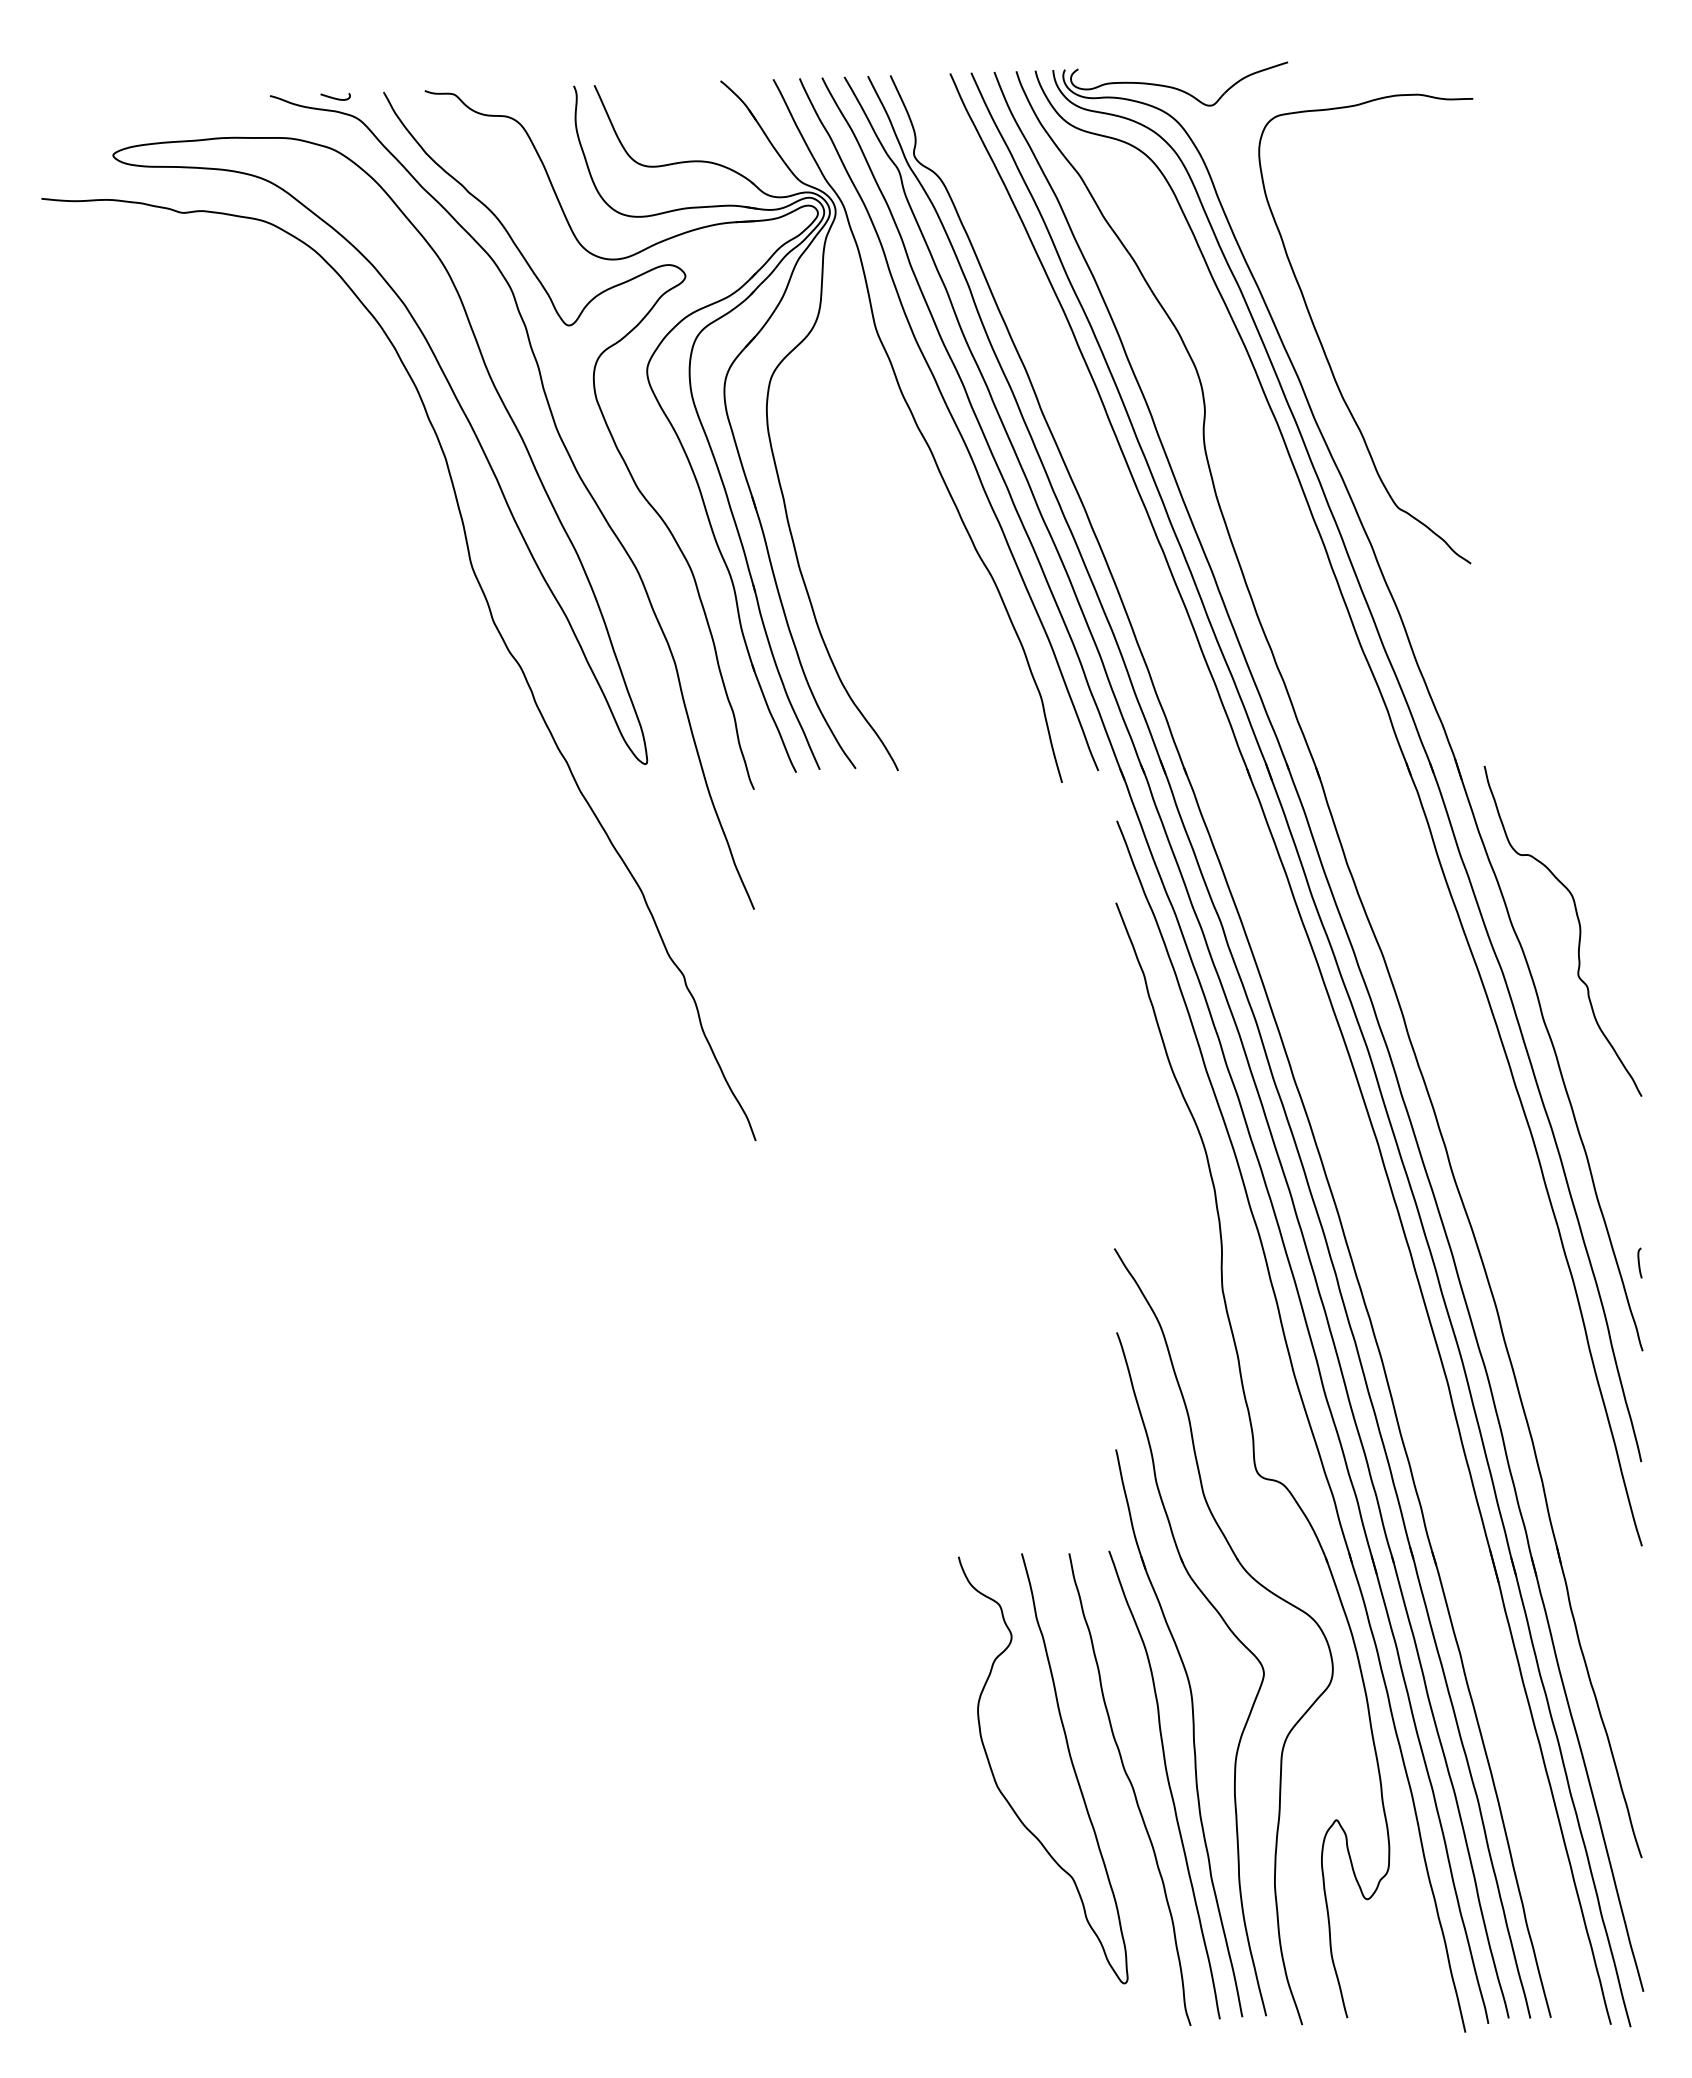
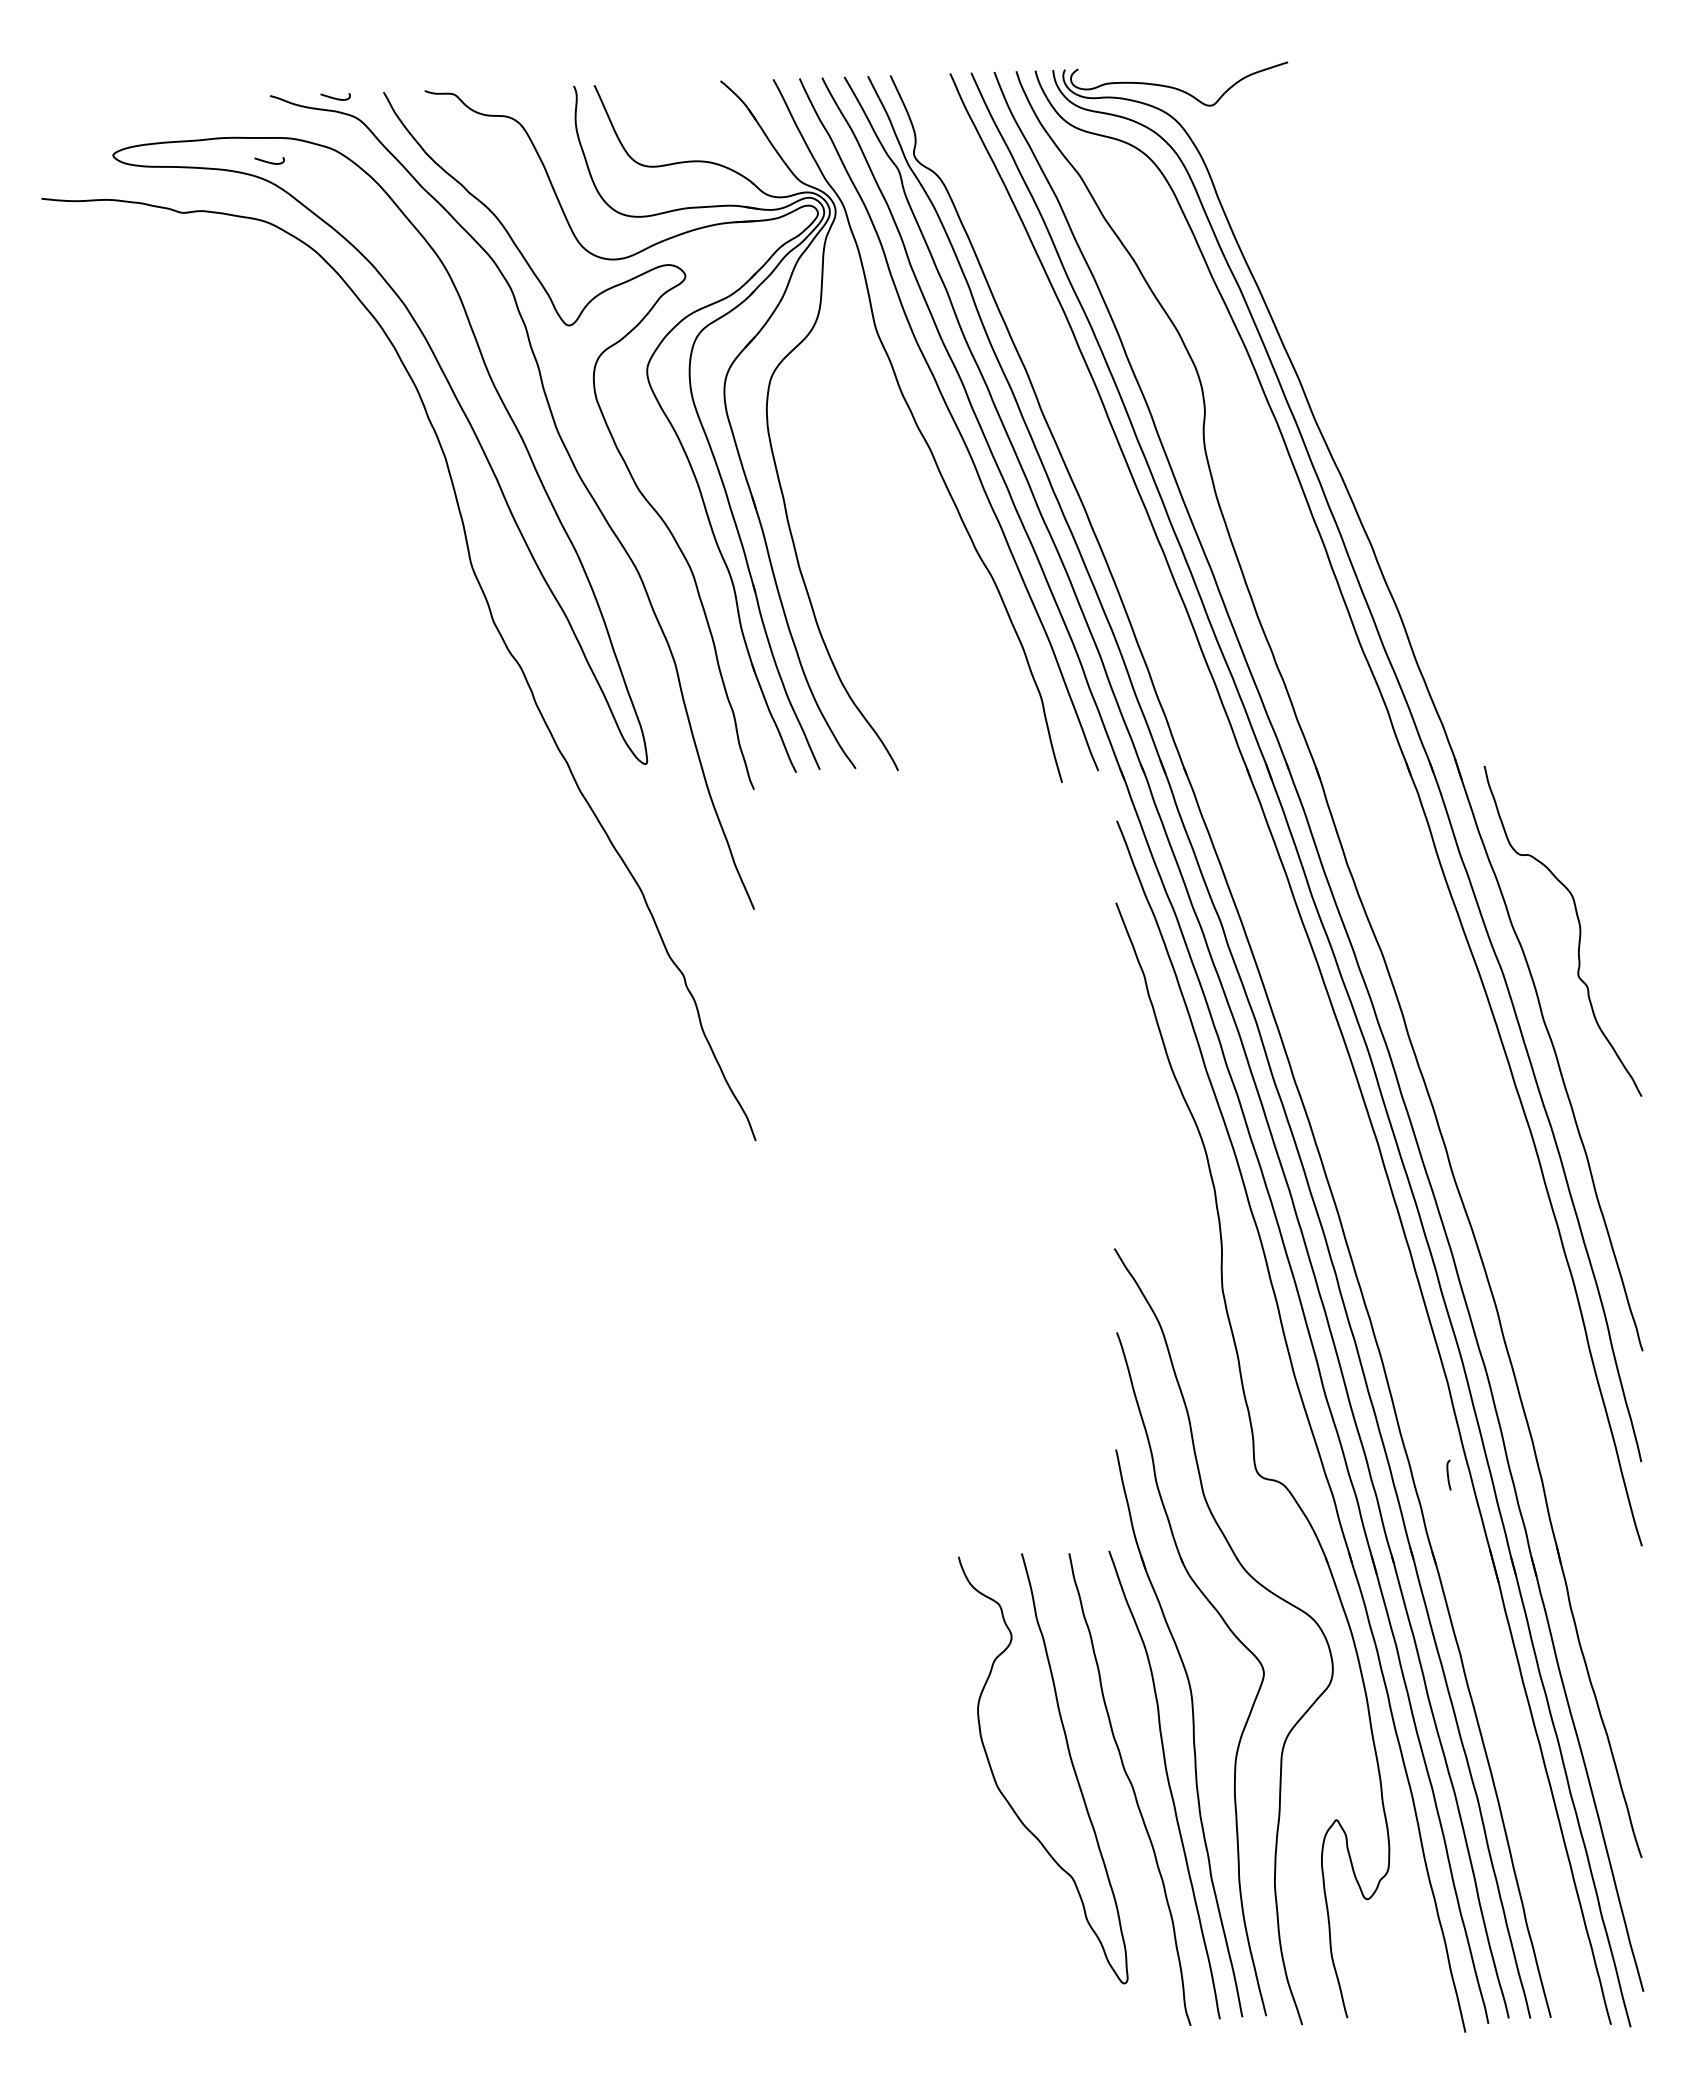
curve at (269, 161): none -> present
curve at (1323, 346): present -> none
curve at (1639, 1262) position: (1639, 1262) -> (1448, 1474)
